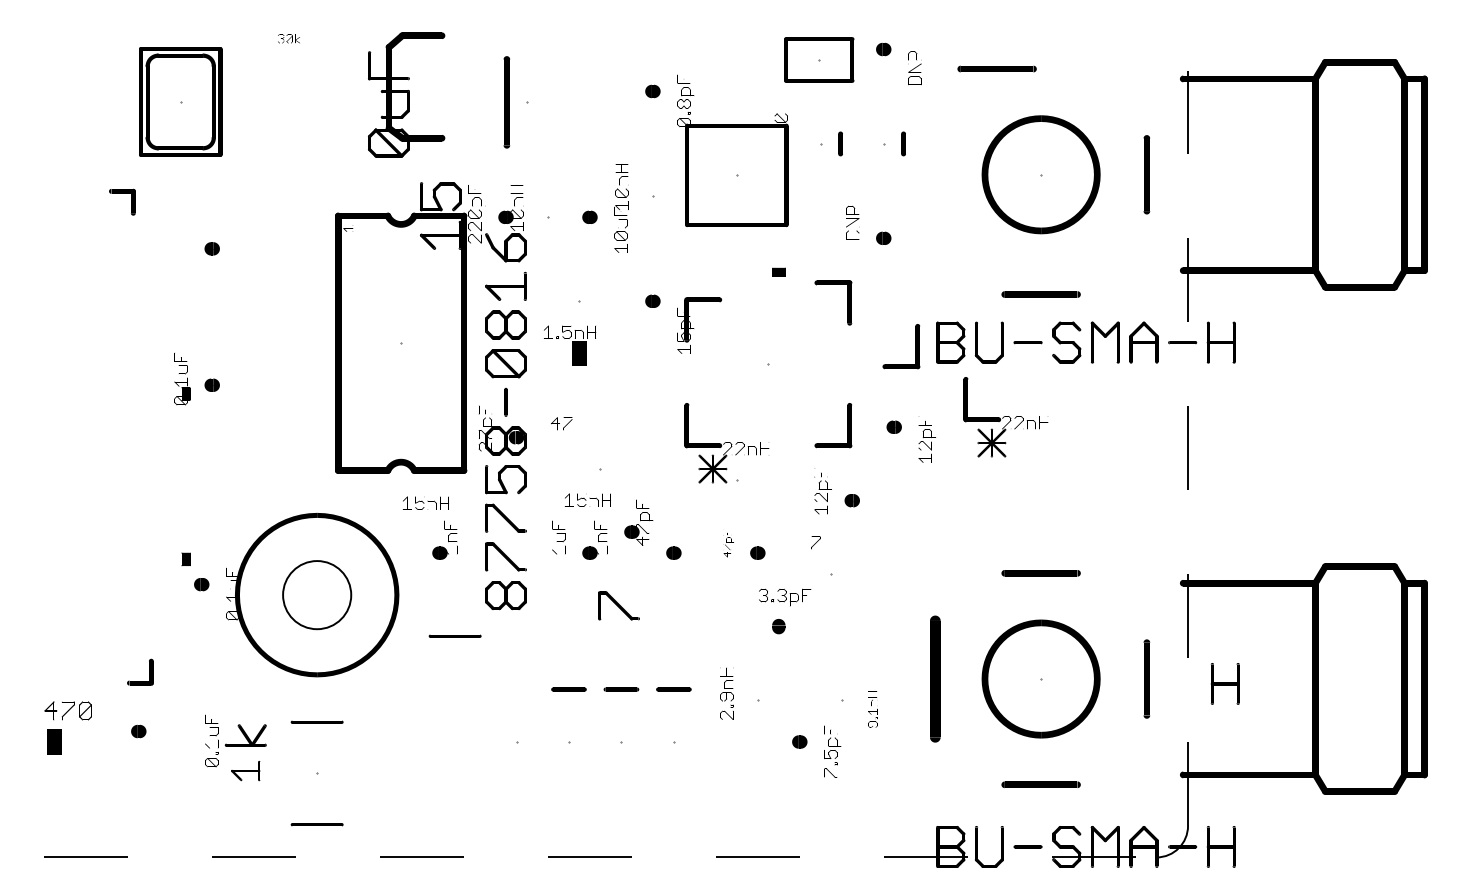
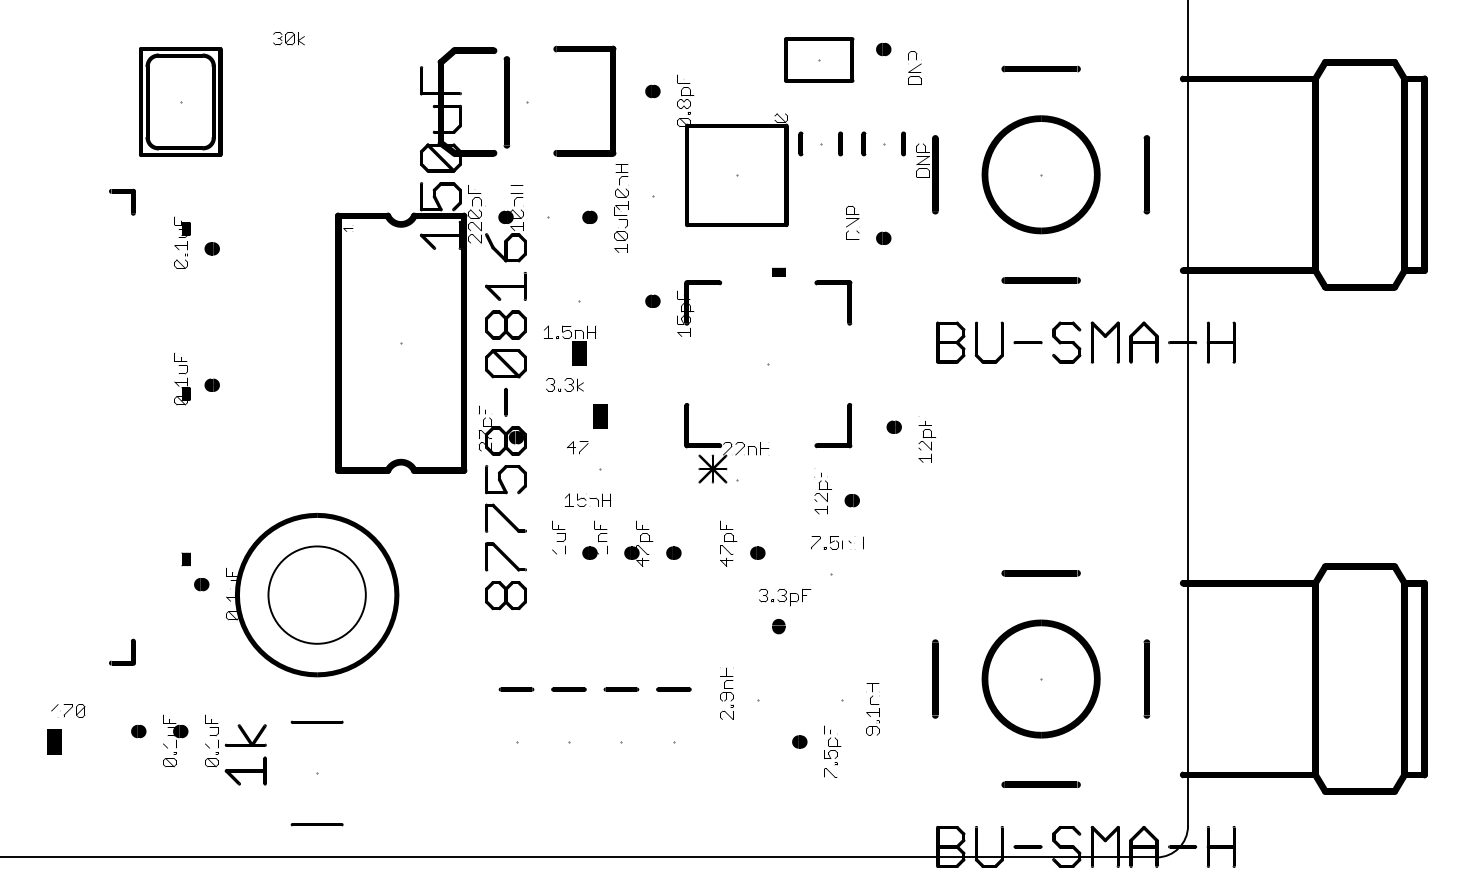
part at (288, 38) size: 22x10 px -> 32x14 px
part at (996, 68) position: (996, 68) -> (1040, 68)
part at (406, 94) position: (406, 94) -> (458, 109)
part at (610, 100): none -> present
part at (800, 143): none -> present
part at (863, 143): none -> present
part at (927, 174): none -> present
part at (182, 242): none -> present
part at (1040, 294) position: (1040, 294) -> (1040, 280)
part at (699, 325) position: (699, 325) -> (699, 308)
part at (915, 346): present -> none
part at (564, 384): none -> present
line at (1188, 412): dashed -> solid
part at (600, 416): none -> present
part at (1005, 417): present -> none
part at (561, 423) position: (561, 423) -> (577, 447)
part at (425, 502): present -> none
part at (638, 522) position: (638, 522) -> (638, 543)
part at (444, 539): present -> none
part at (843, 542): none -> present
part at (728, 545) size: 11x25 px -> 18x47 px
circle at (317, 595) diameter: 68 px -> 97 px
part at (618, 605): present -> none
line at (454, 635): present -> none
part at (149, 671) position: (149, 671) -> (131, 651)
part at (935, 678) size: 11x128 px -> 7x80 px
part at (1224, 683): present -> none
line at (516, 689): none -> present
part at (872, 709) size: 10x37 px -> 14x53 px
part at (67, 710) size: 48x20 px -> 35x14 px
part at (175, 740): none -> present
part at (245, 771) size: 30x21 px -> 43x30 px
line at (578, 857): dashed -> solid
